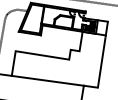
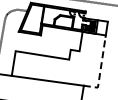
line at (100, 70): solid -> dashed
